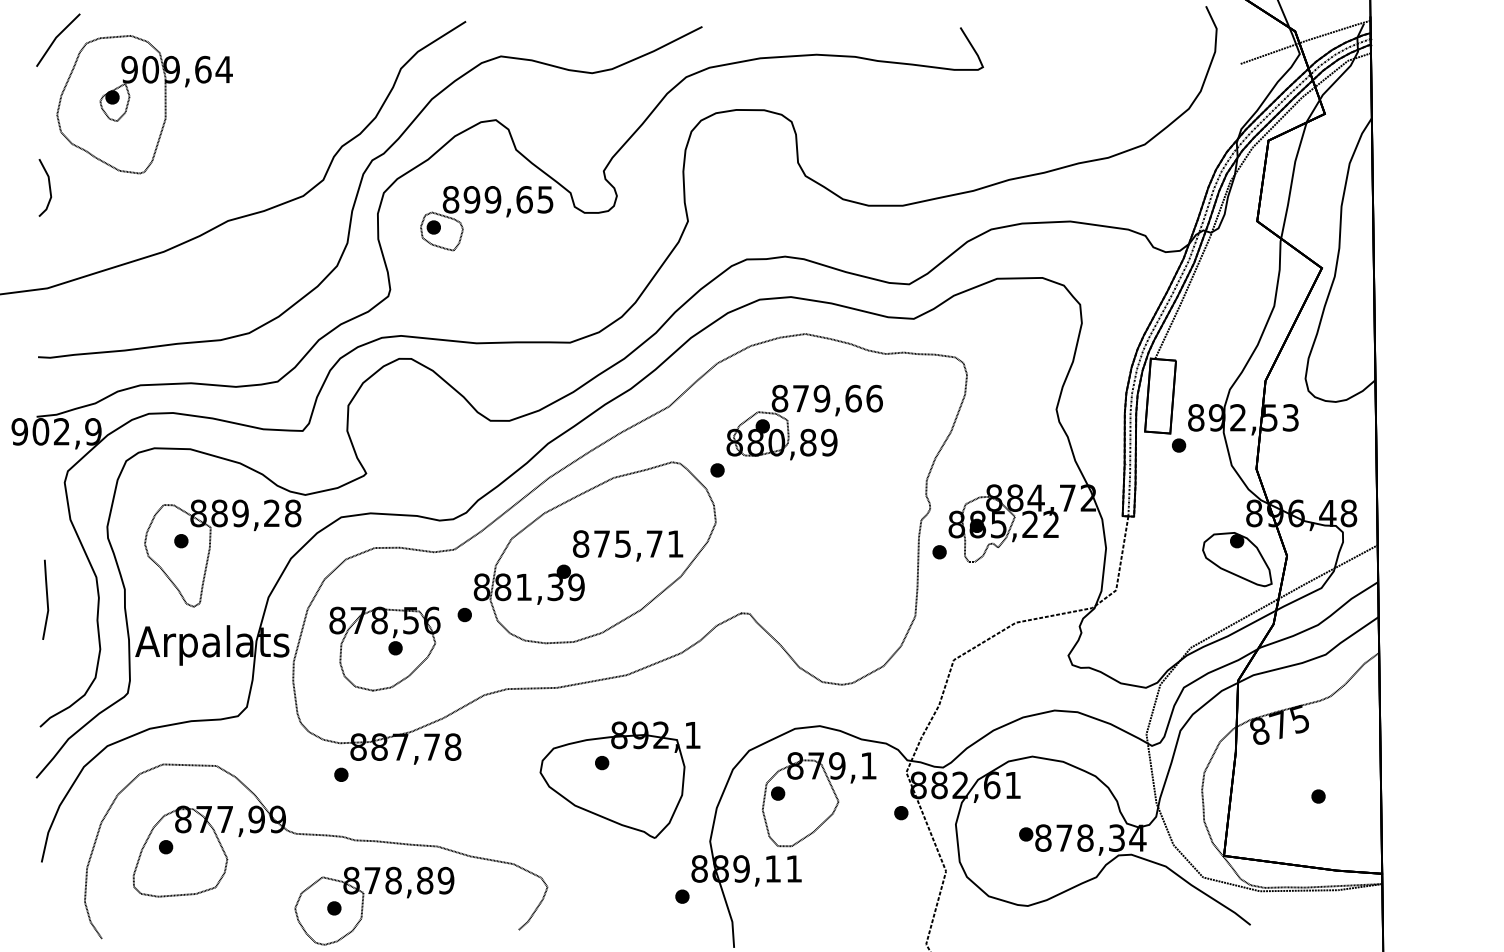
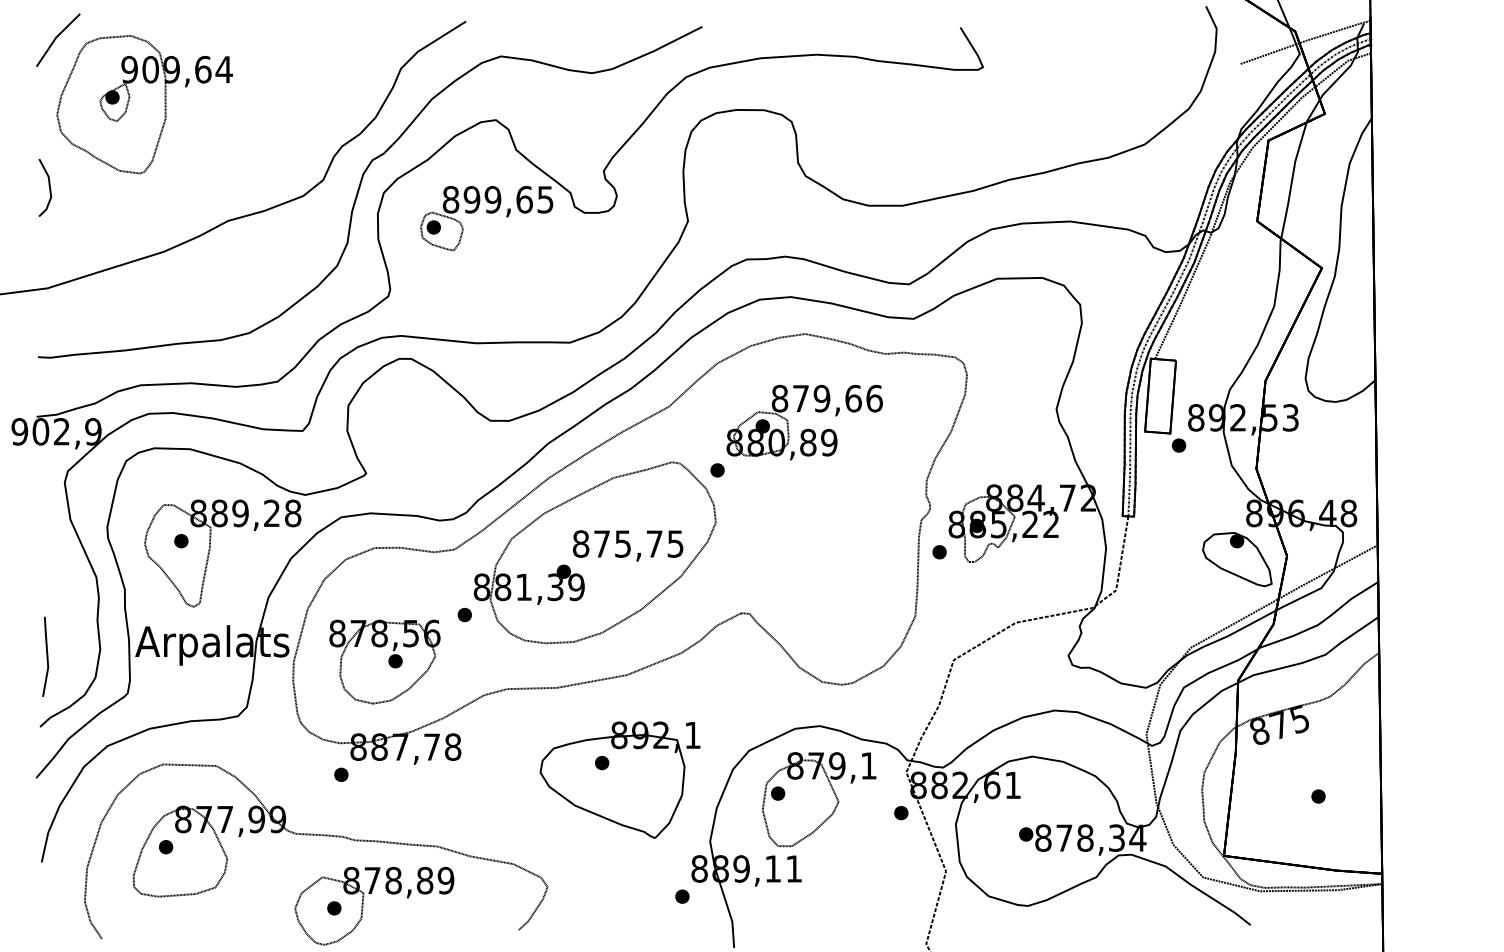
text at (675, 543): 875,71 -> 875,75
line at (46, 599) position: (46, 599) -> (46, 656)
part at (384, 648) position: (384, 648) -> (384, 661)
